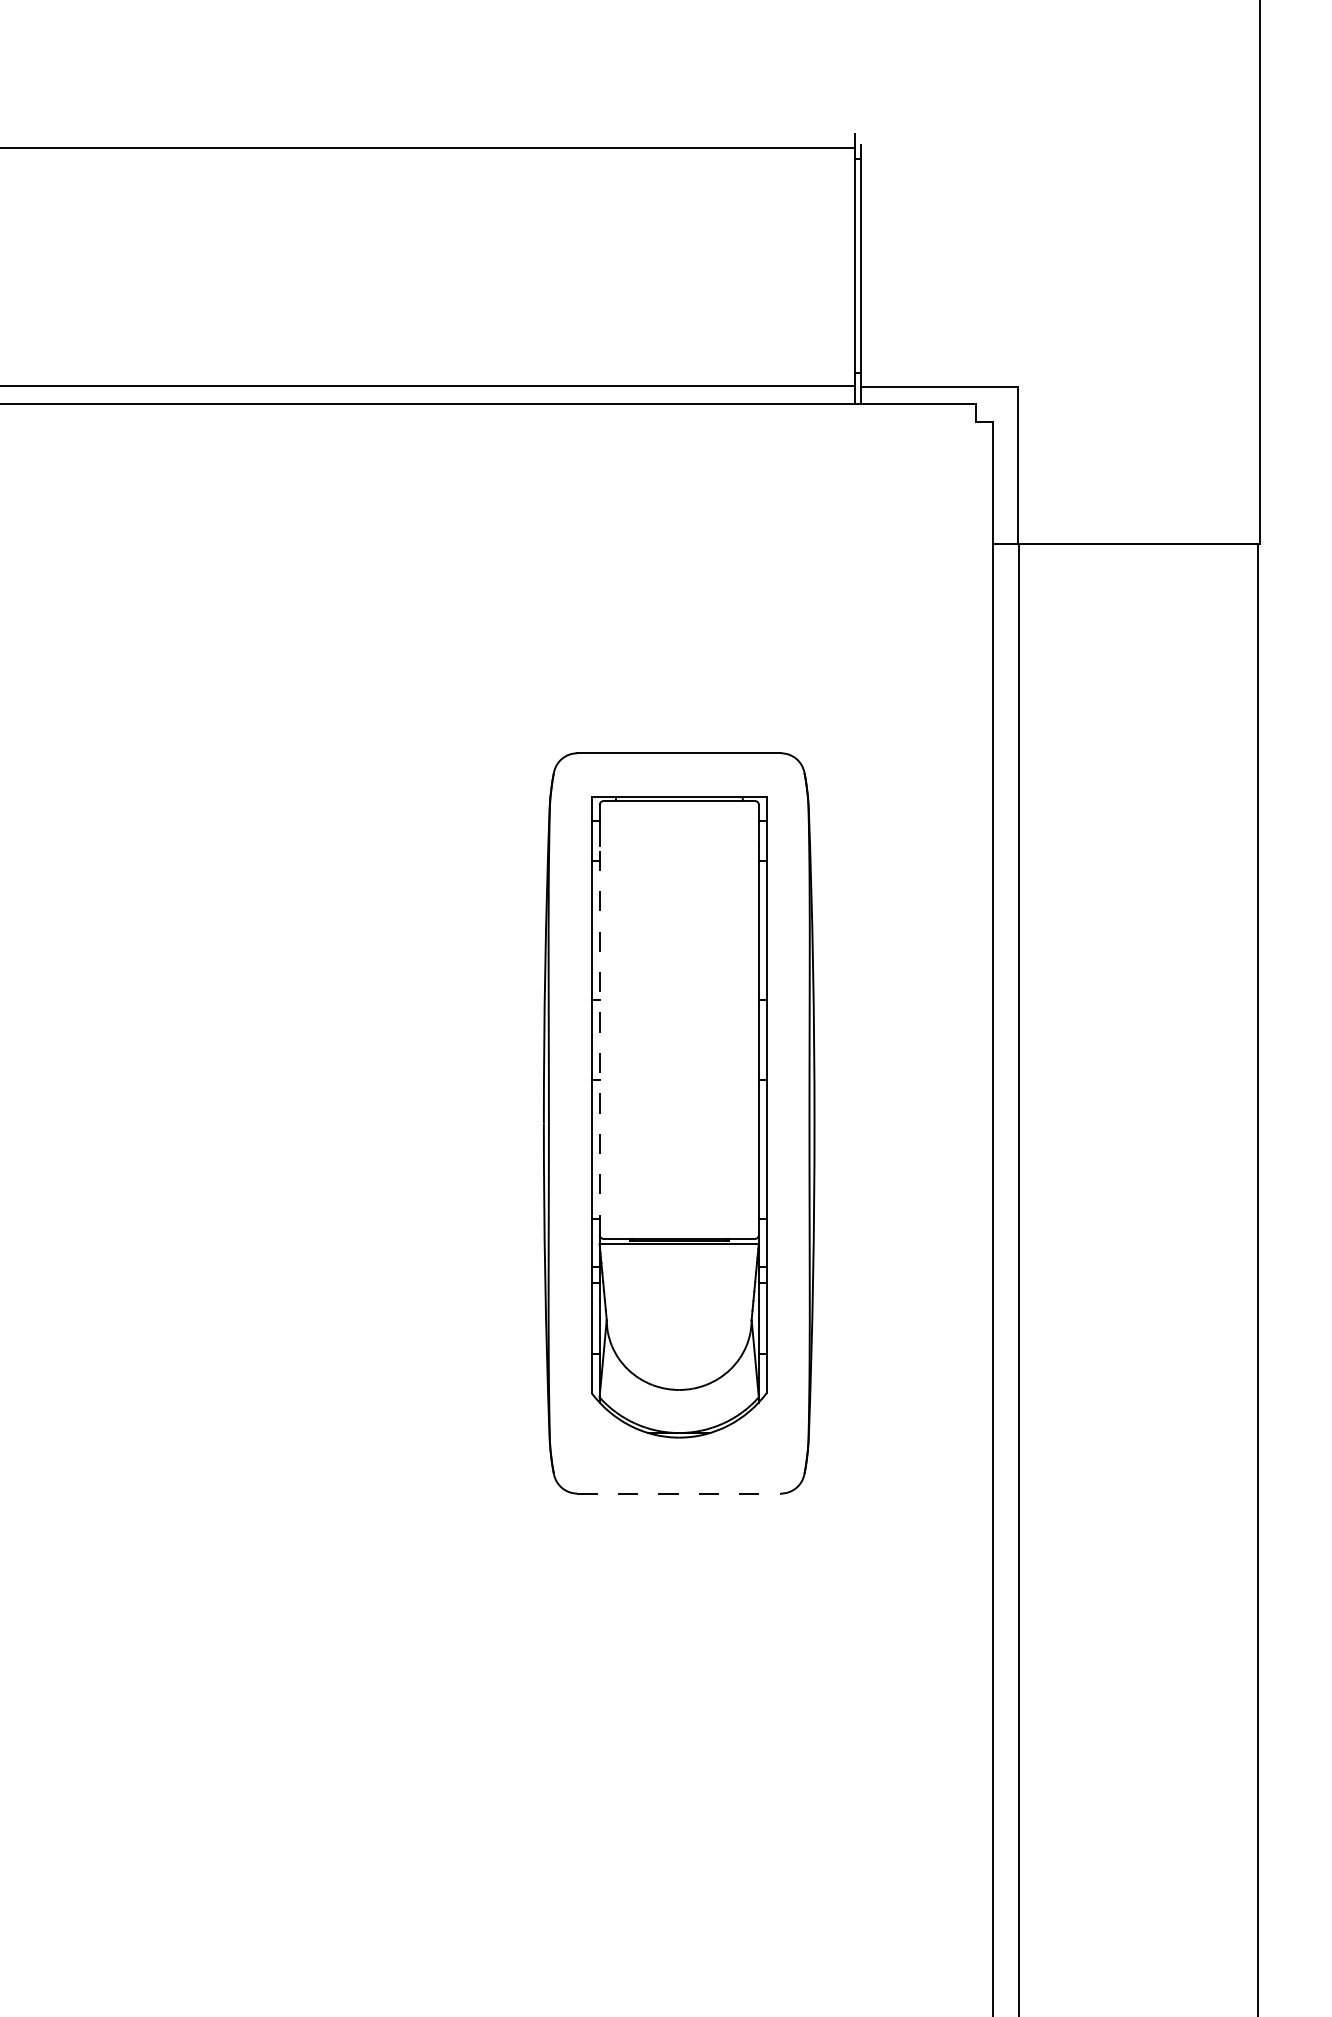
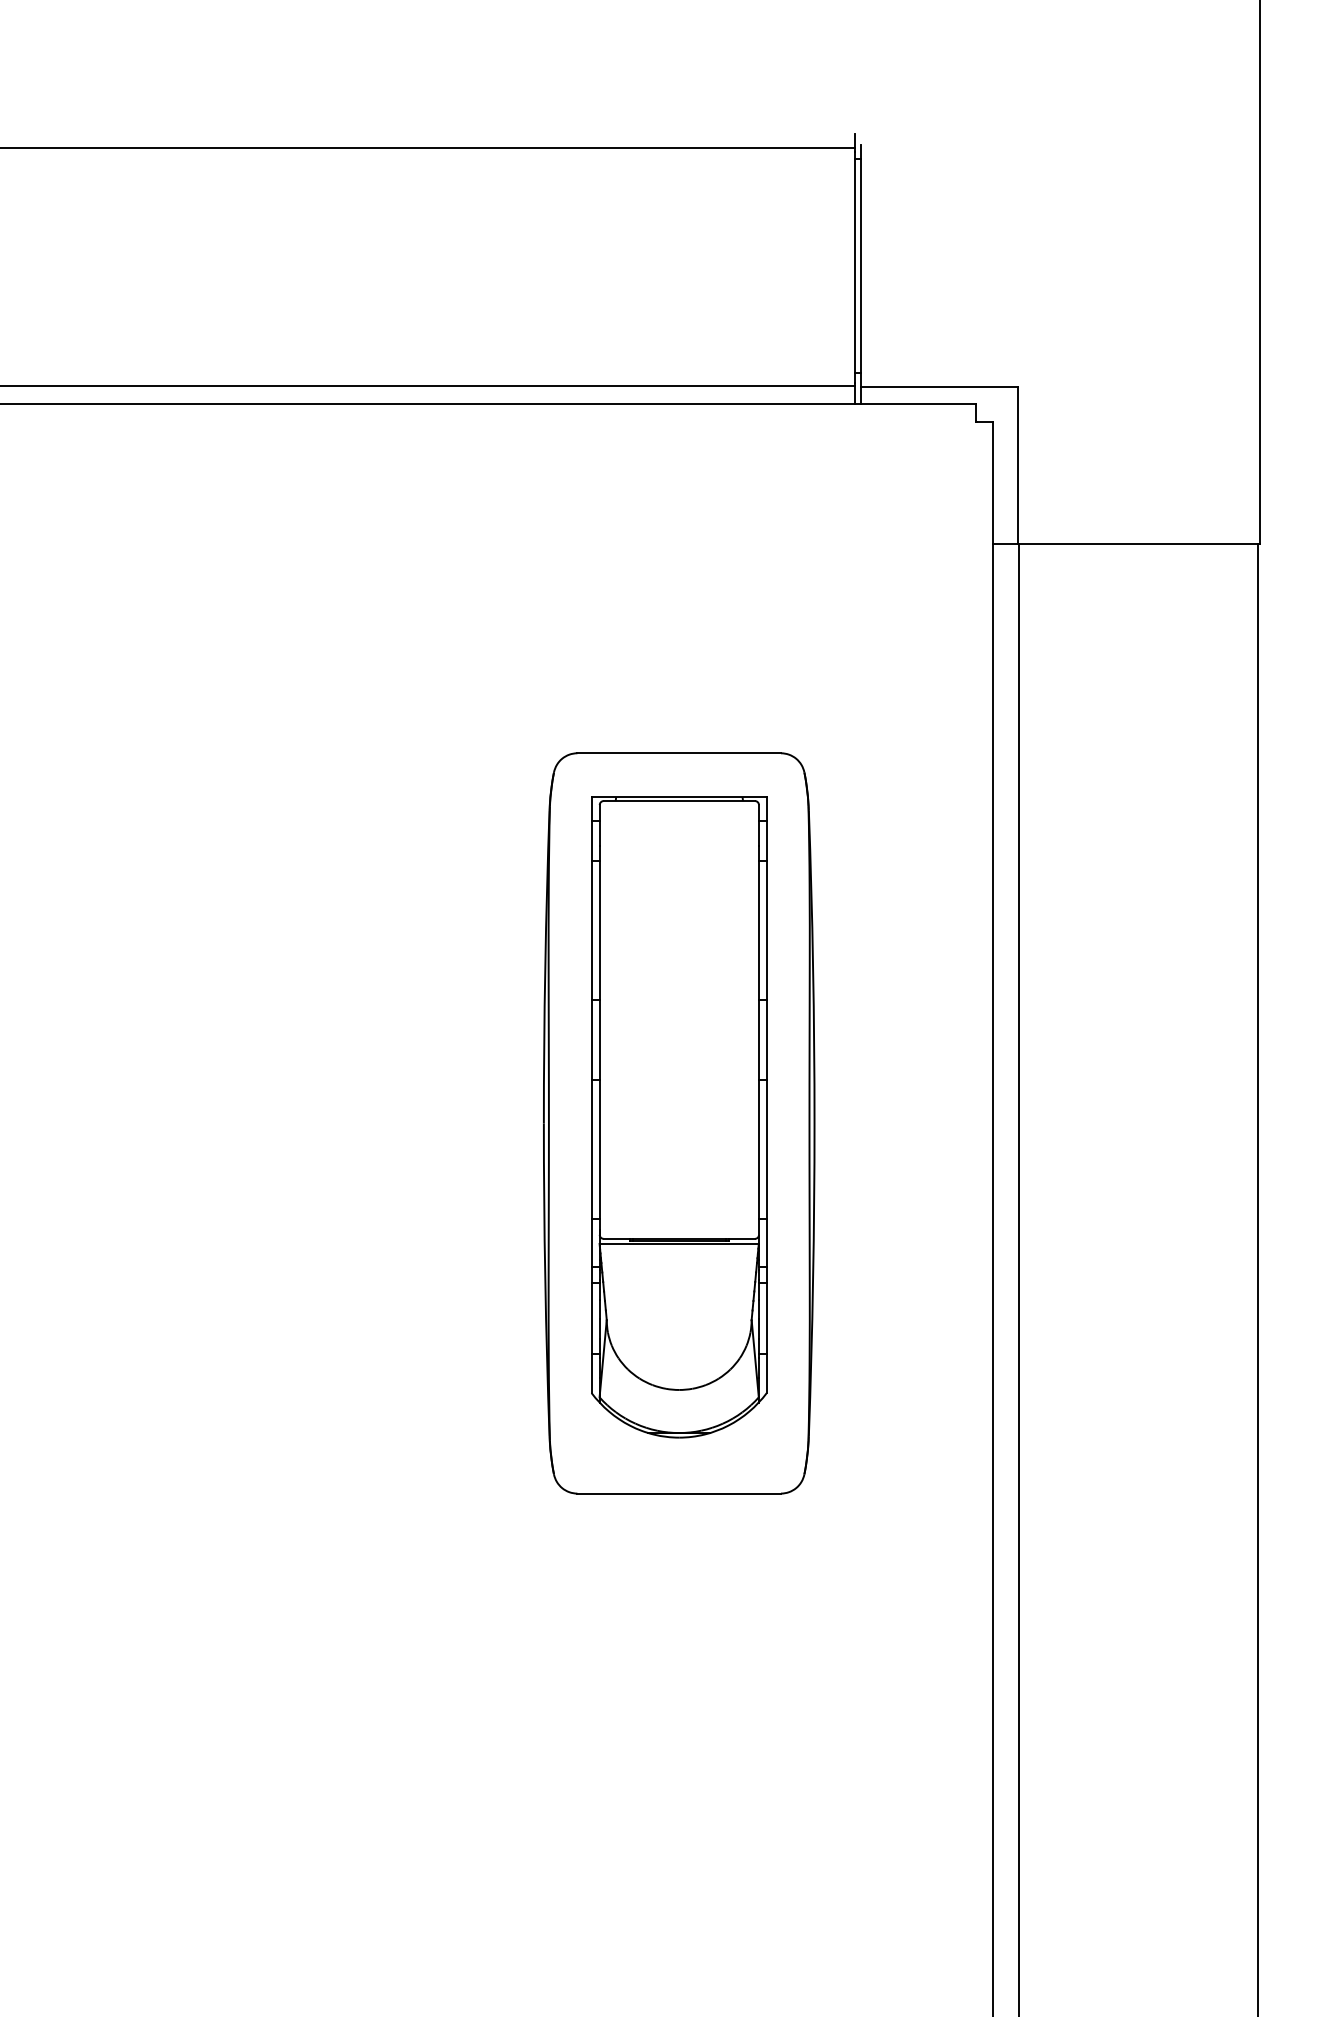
line at (599, 1040): dashed -> solid
line at (679, 1493): dashed -> solid
